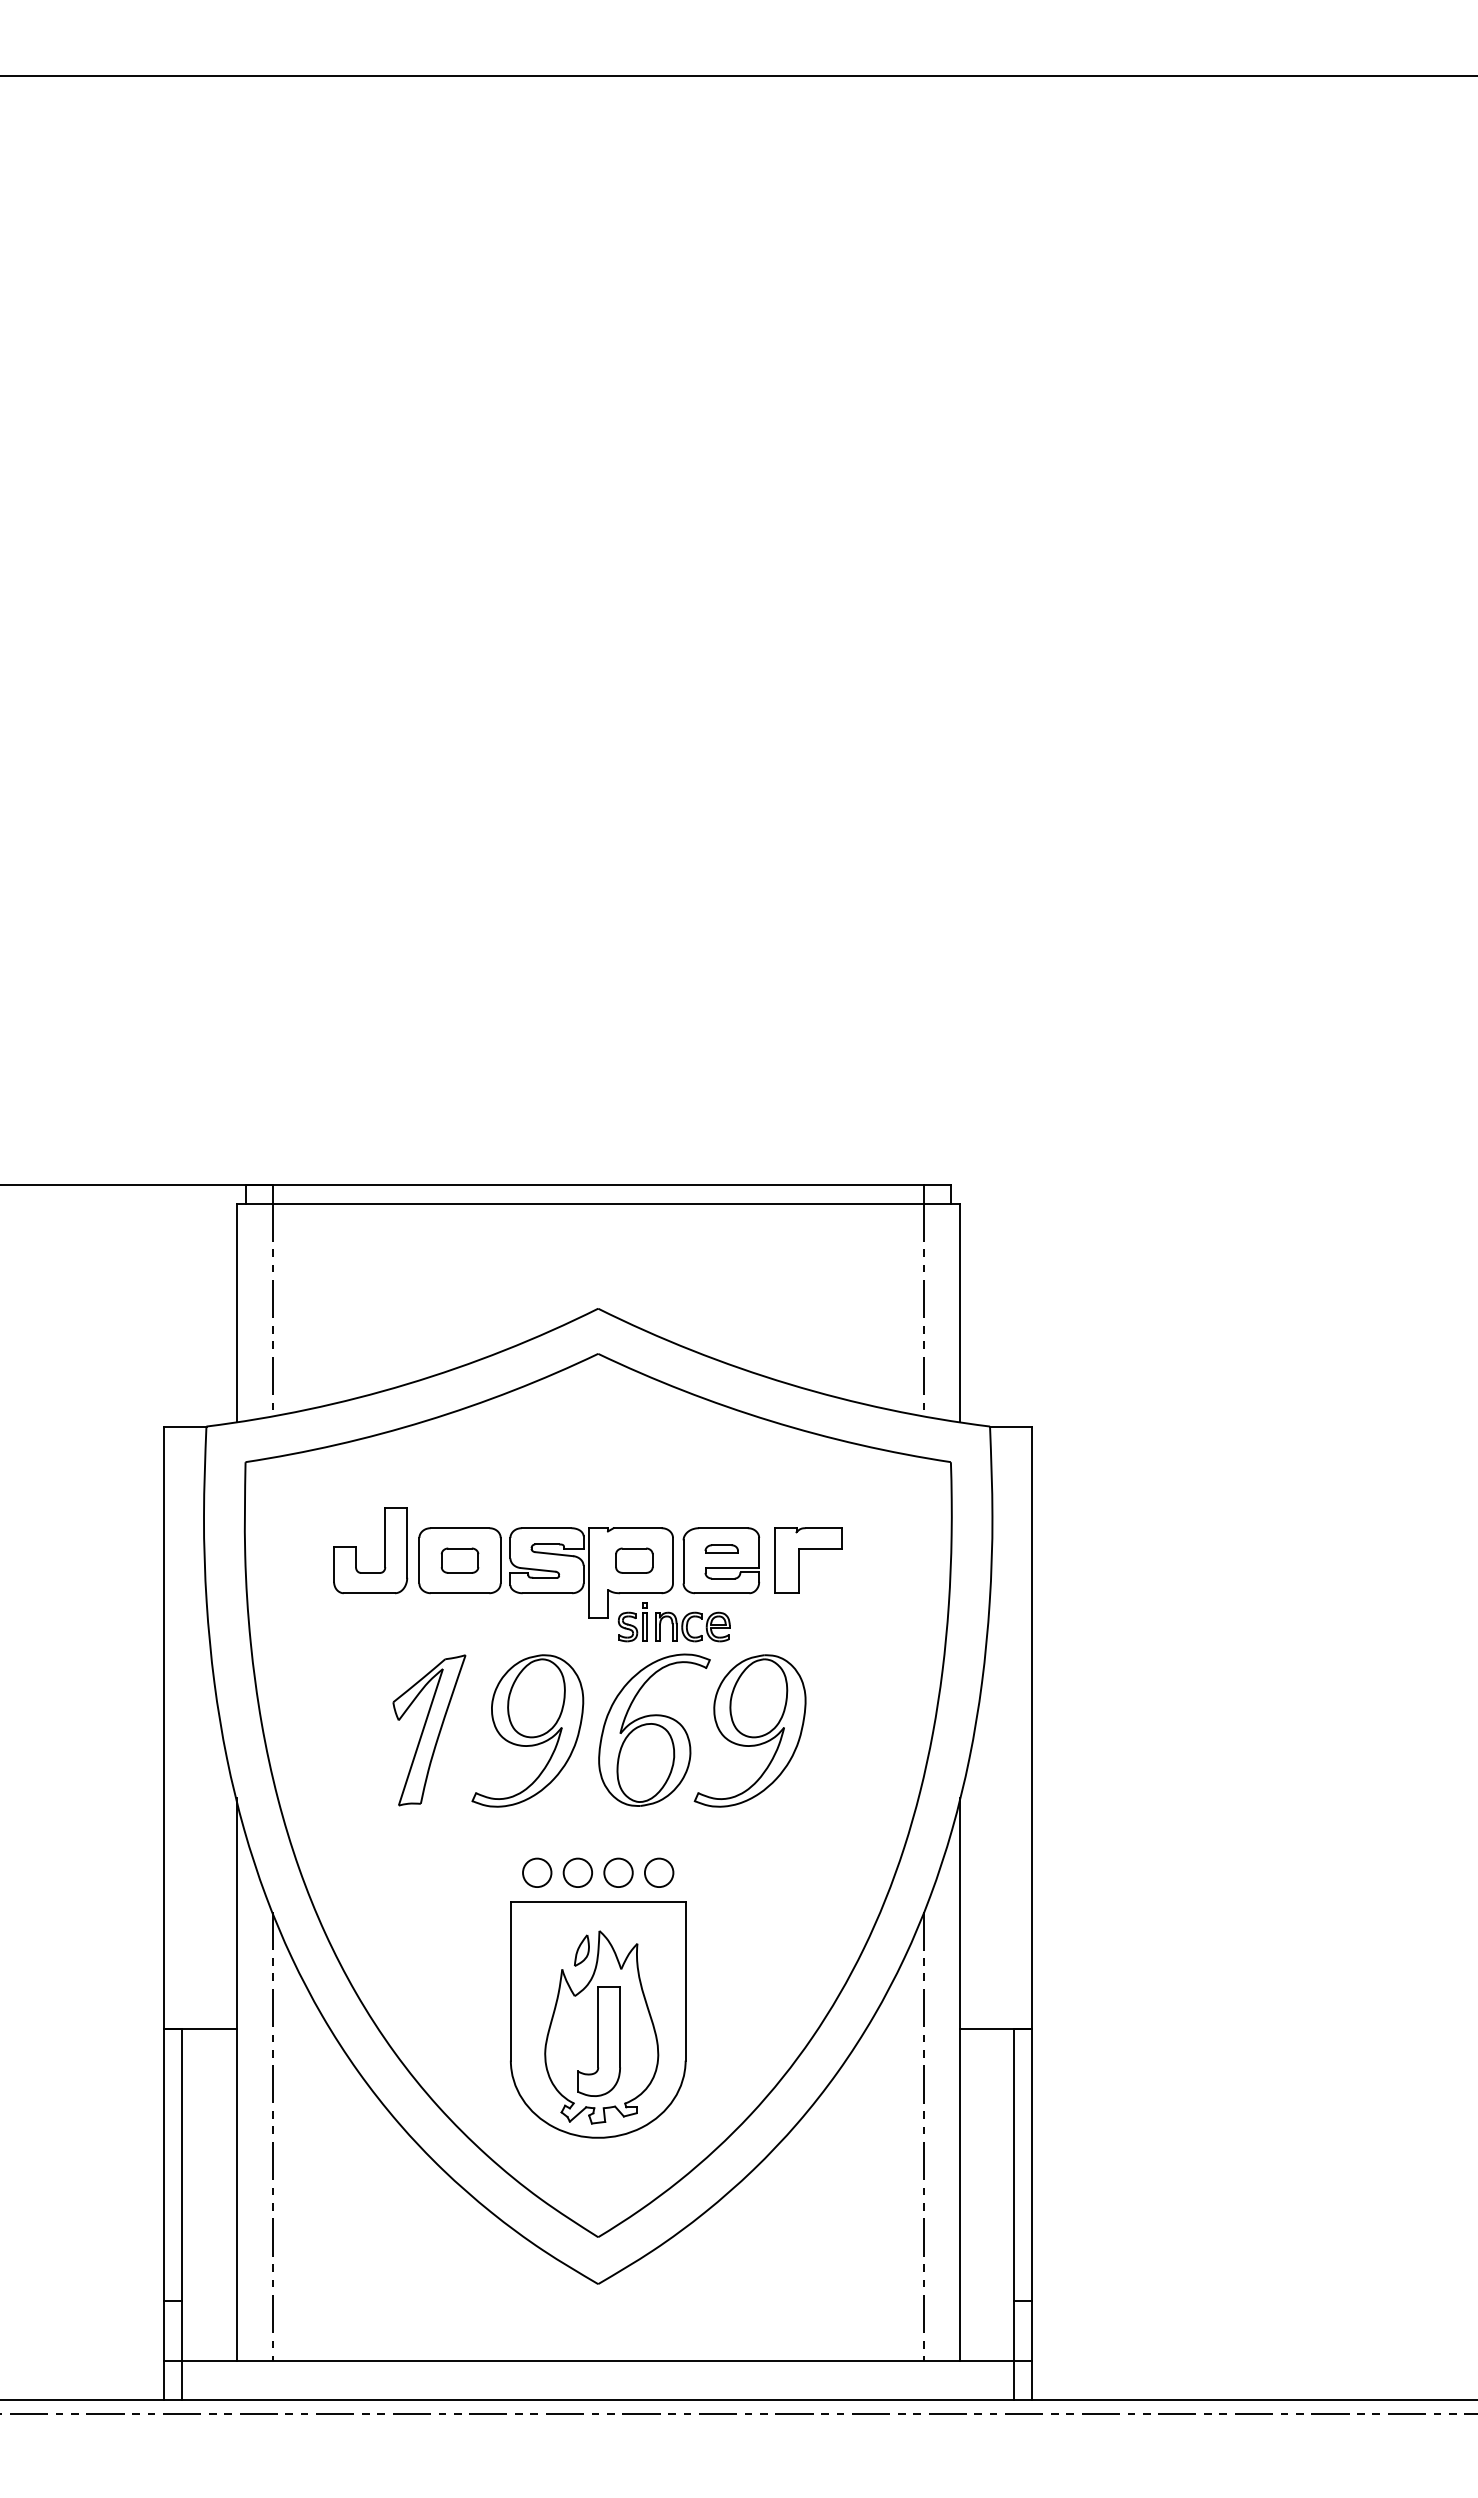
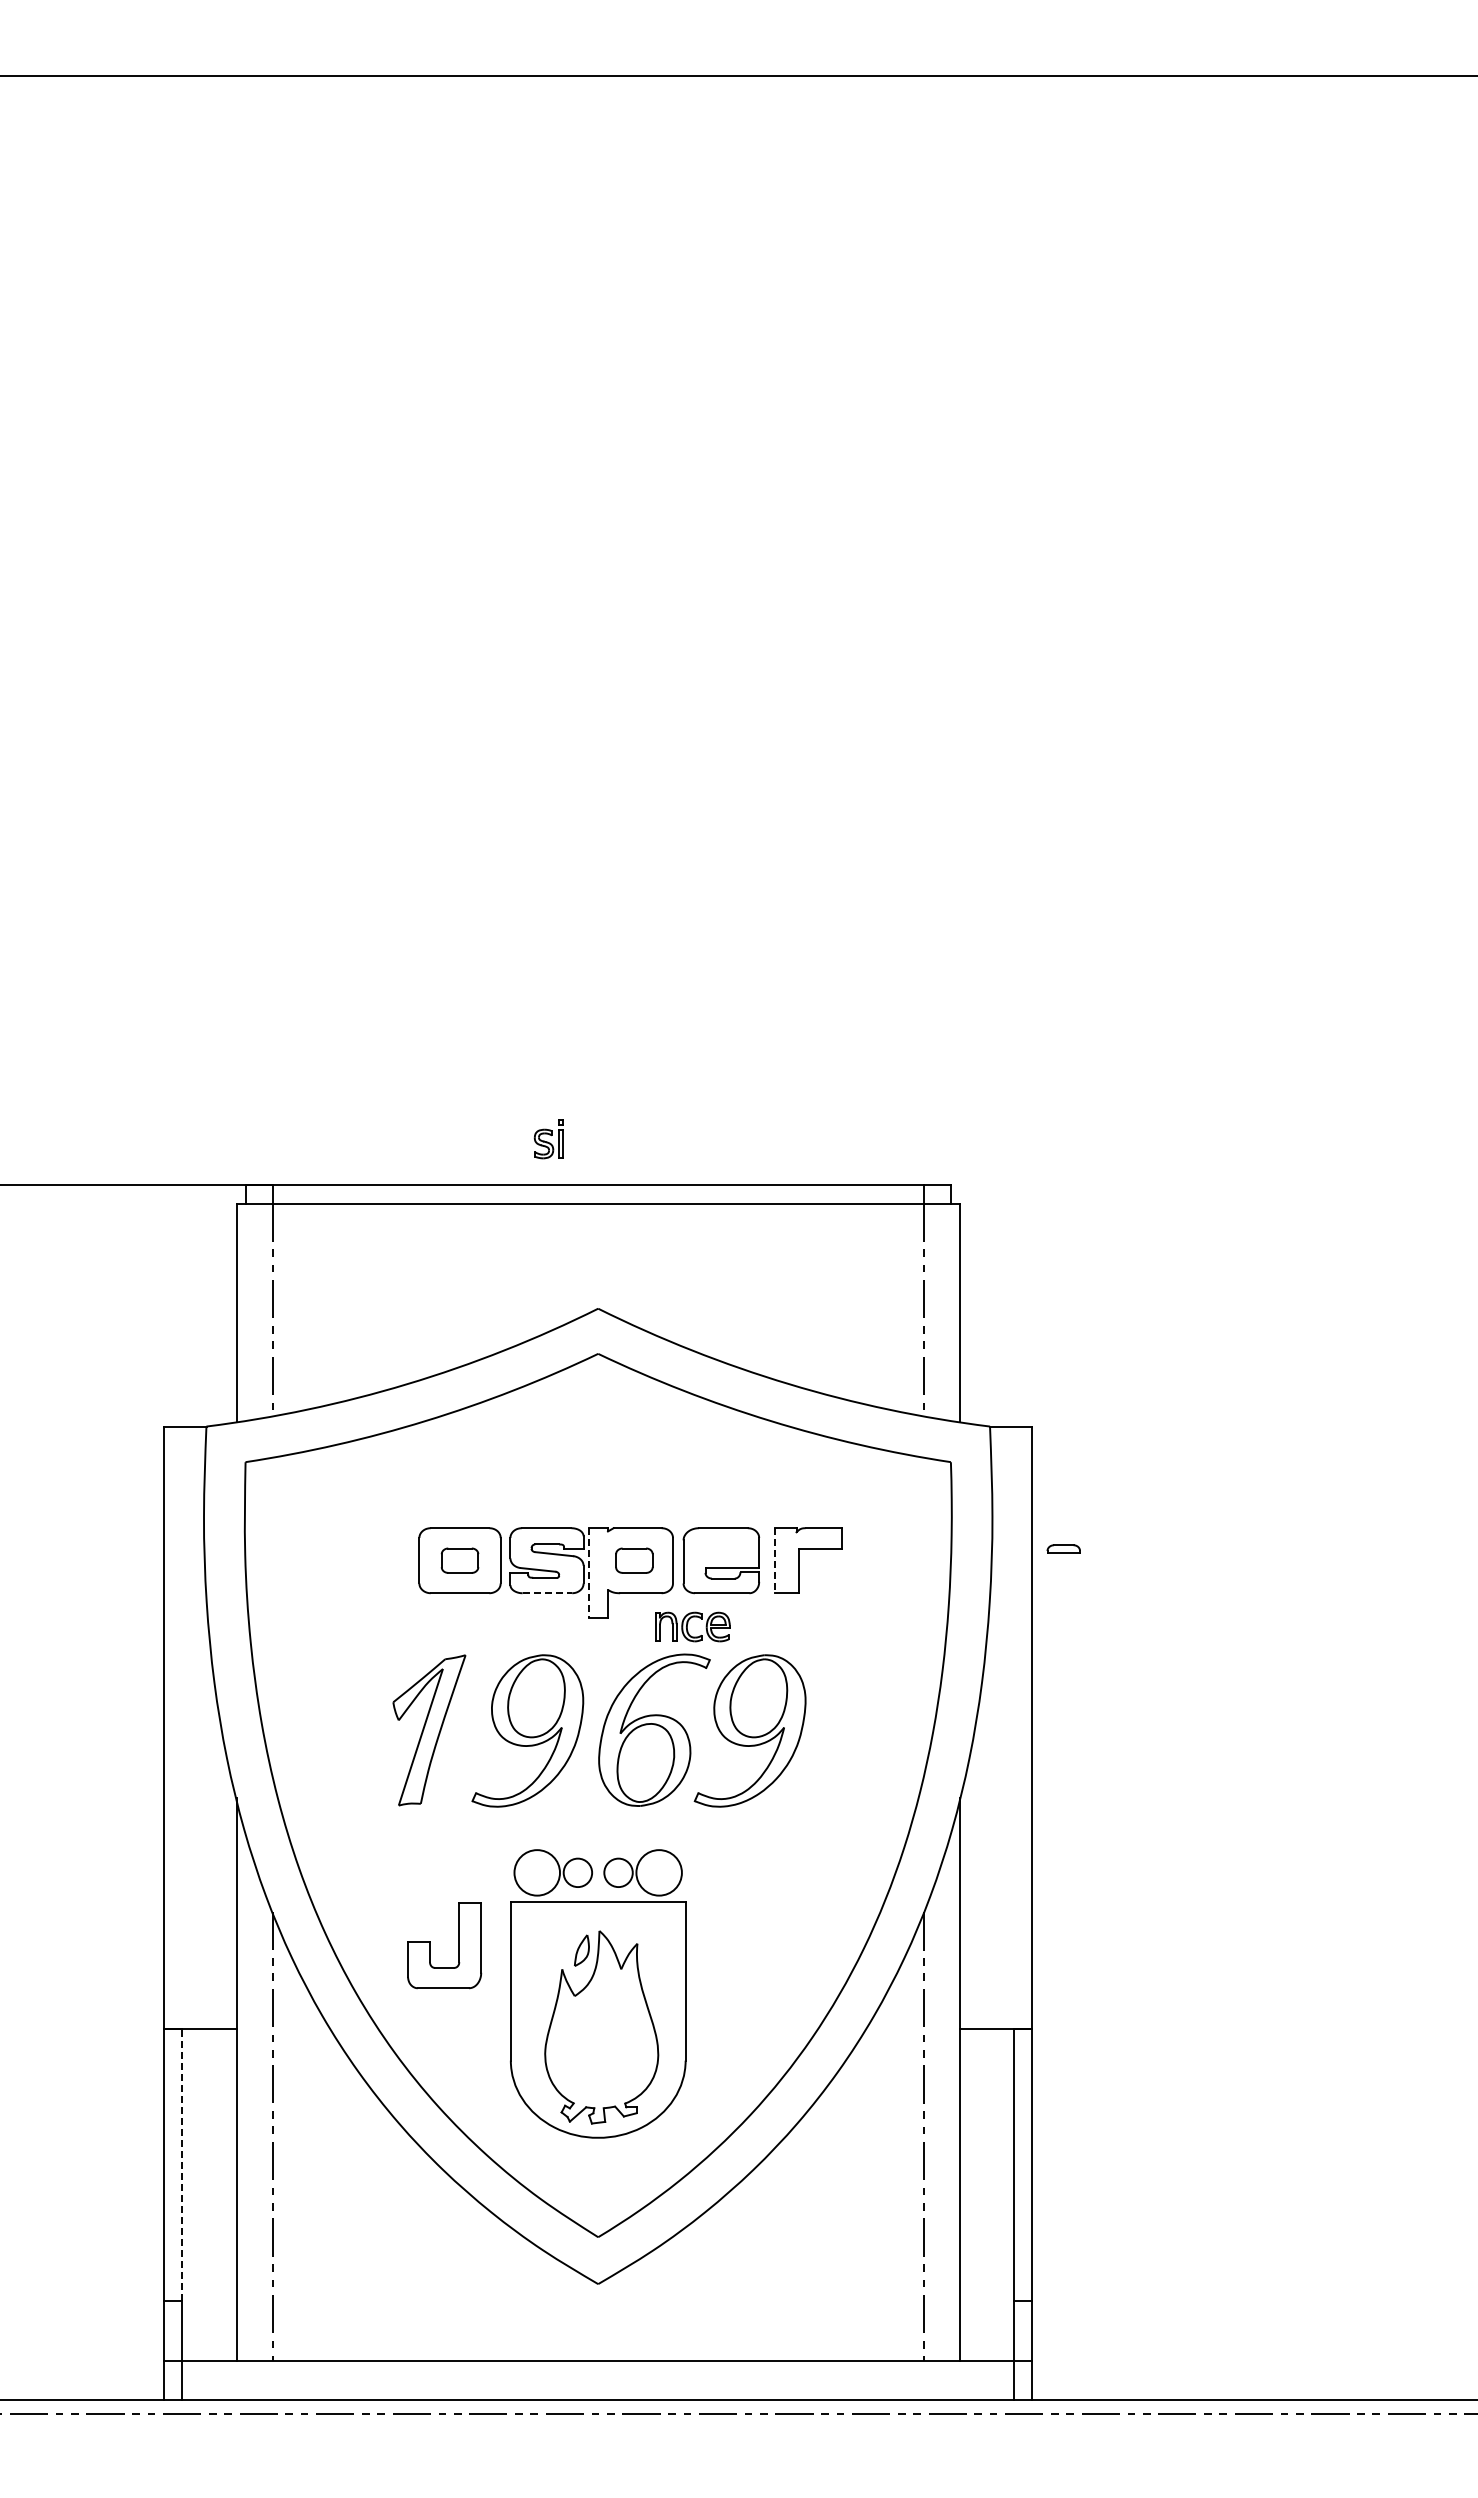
part at (721, 1548) position: (721, 1548) -> (1063, 1548)
part at (356, 1550) position: (356, 1550) -> (430, 1945)
line at (775, 1560): solid -> dashed
line at (589, 1572): solid -> dashed
line at (547, 1593): solid -> dashed
part at (632, 1622) position: (632, 1622) -> (548, 1139)
circle at (537, 1872) diameter: 28 px -> 46 px
circle at (658, 1872) diameter: 28 px -> 46 px
part at (598, 2041): present -> none
line at (182, 2164): solid -> dashed
